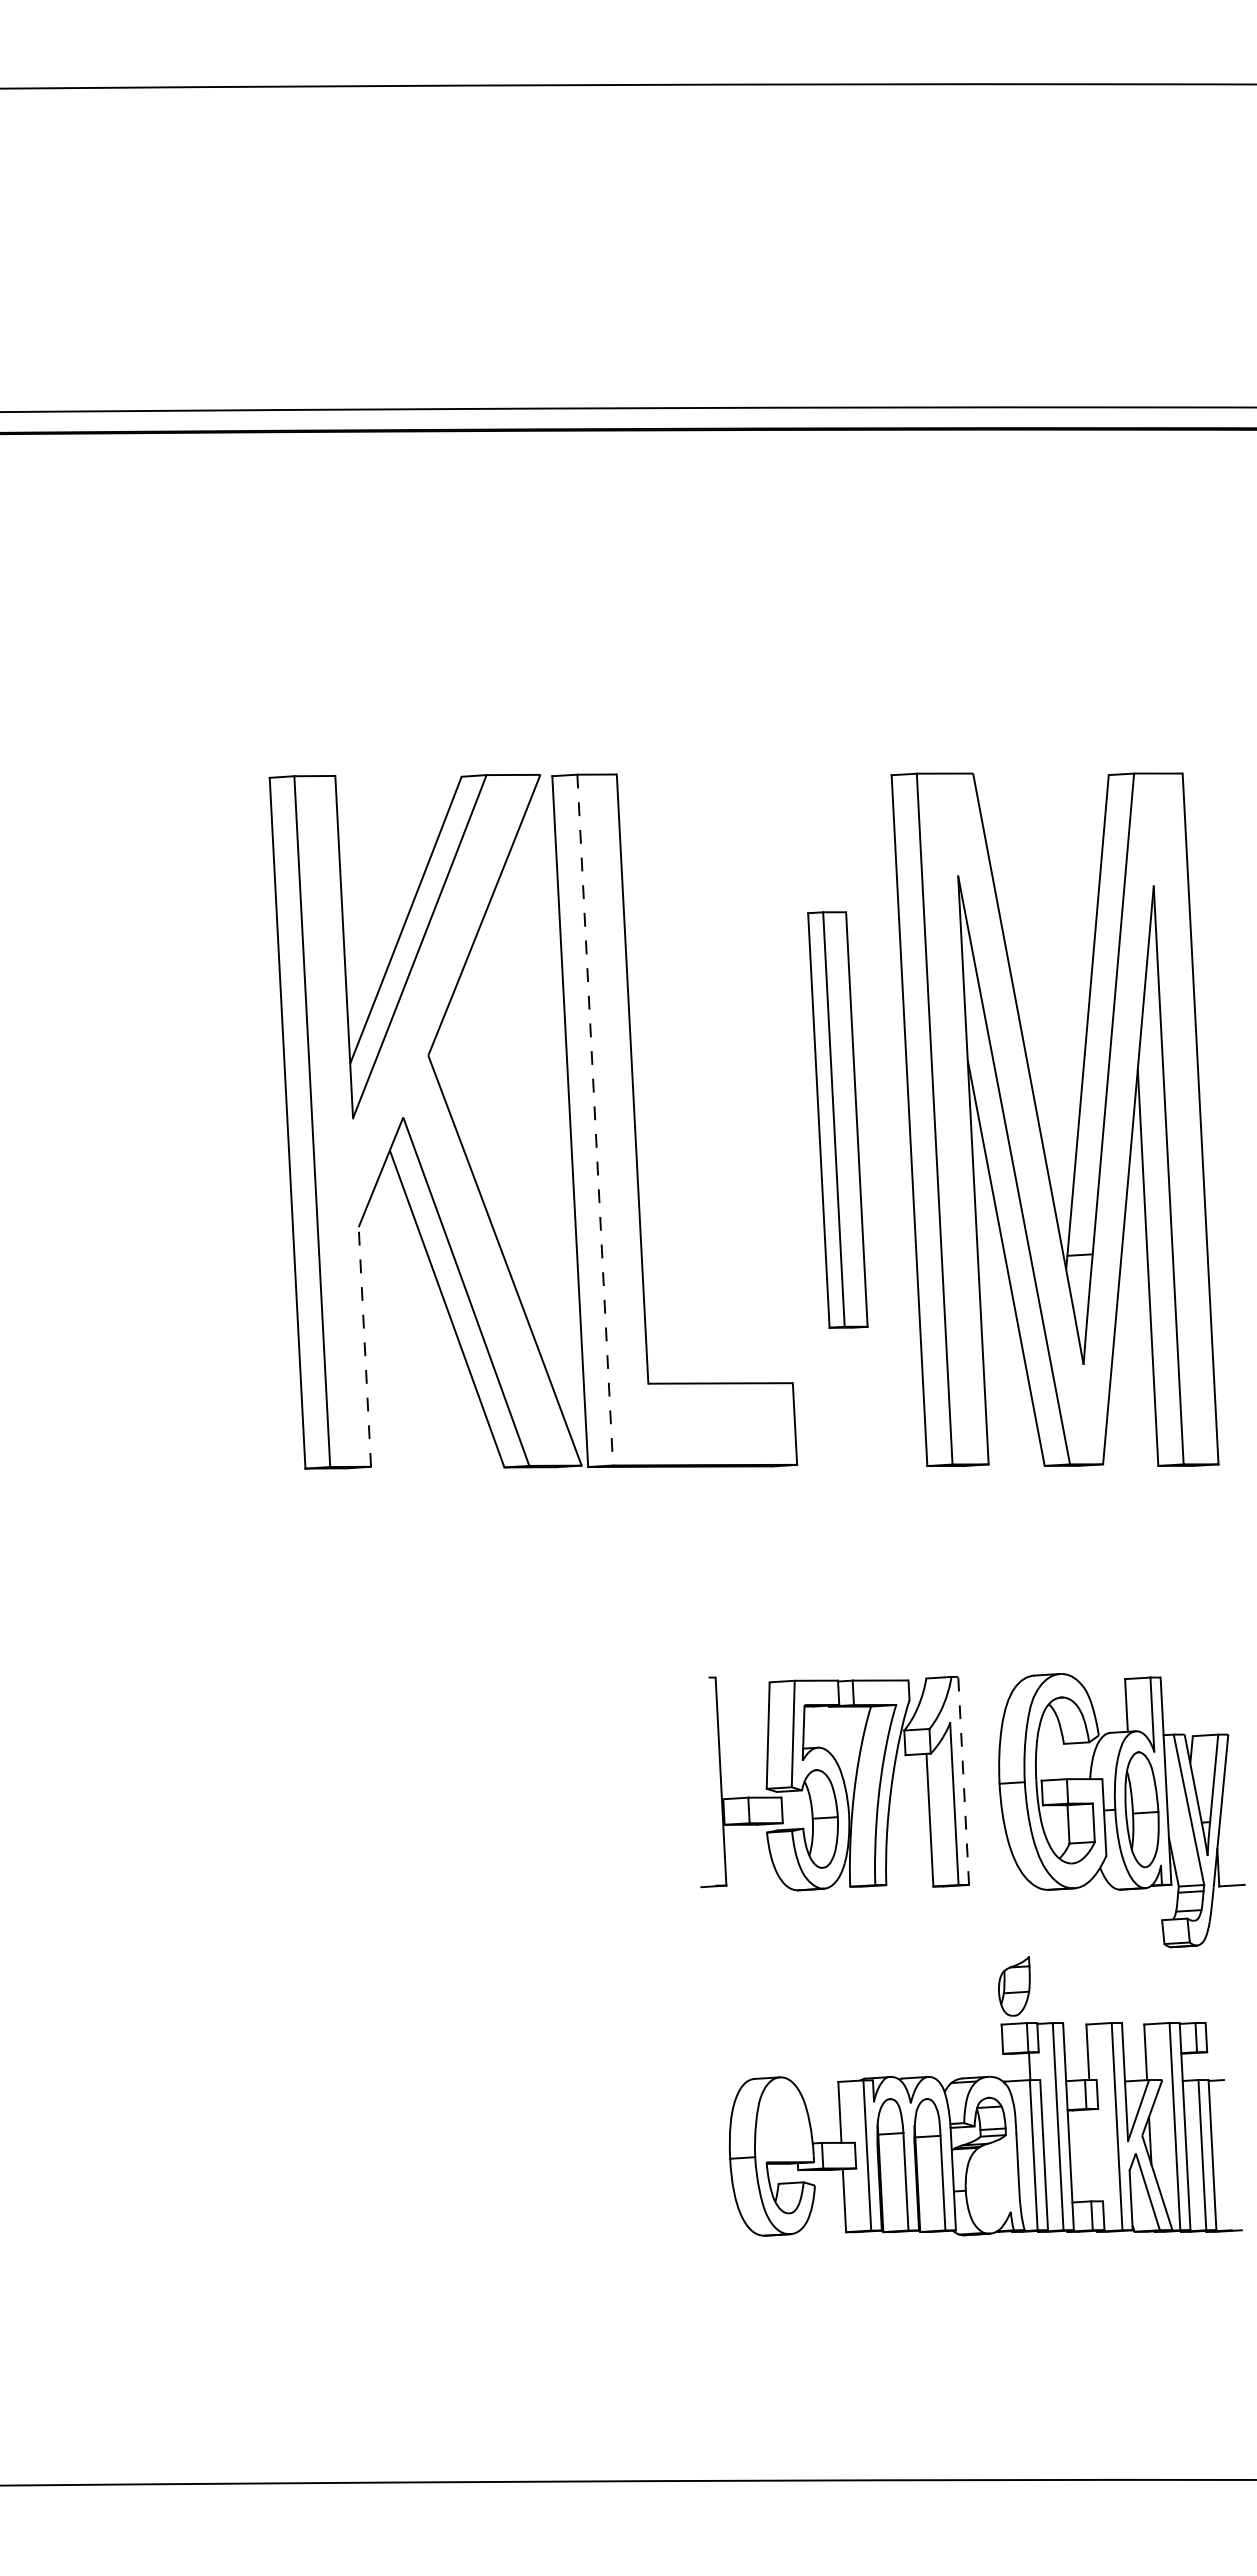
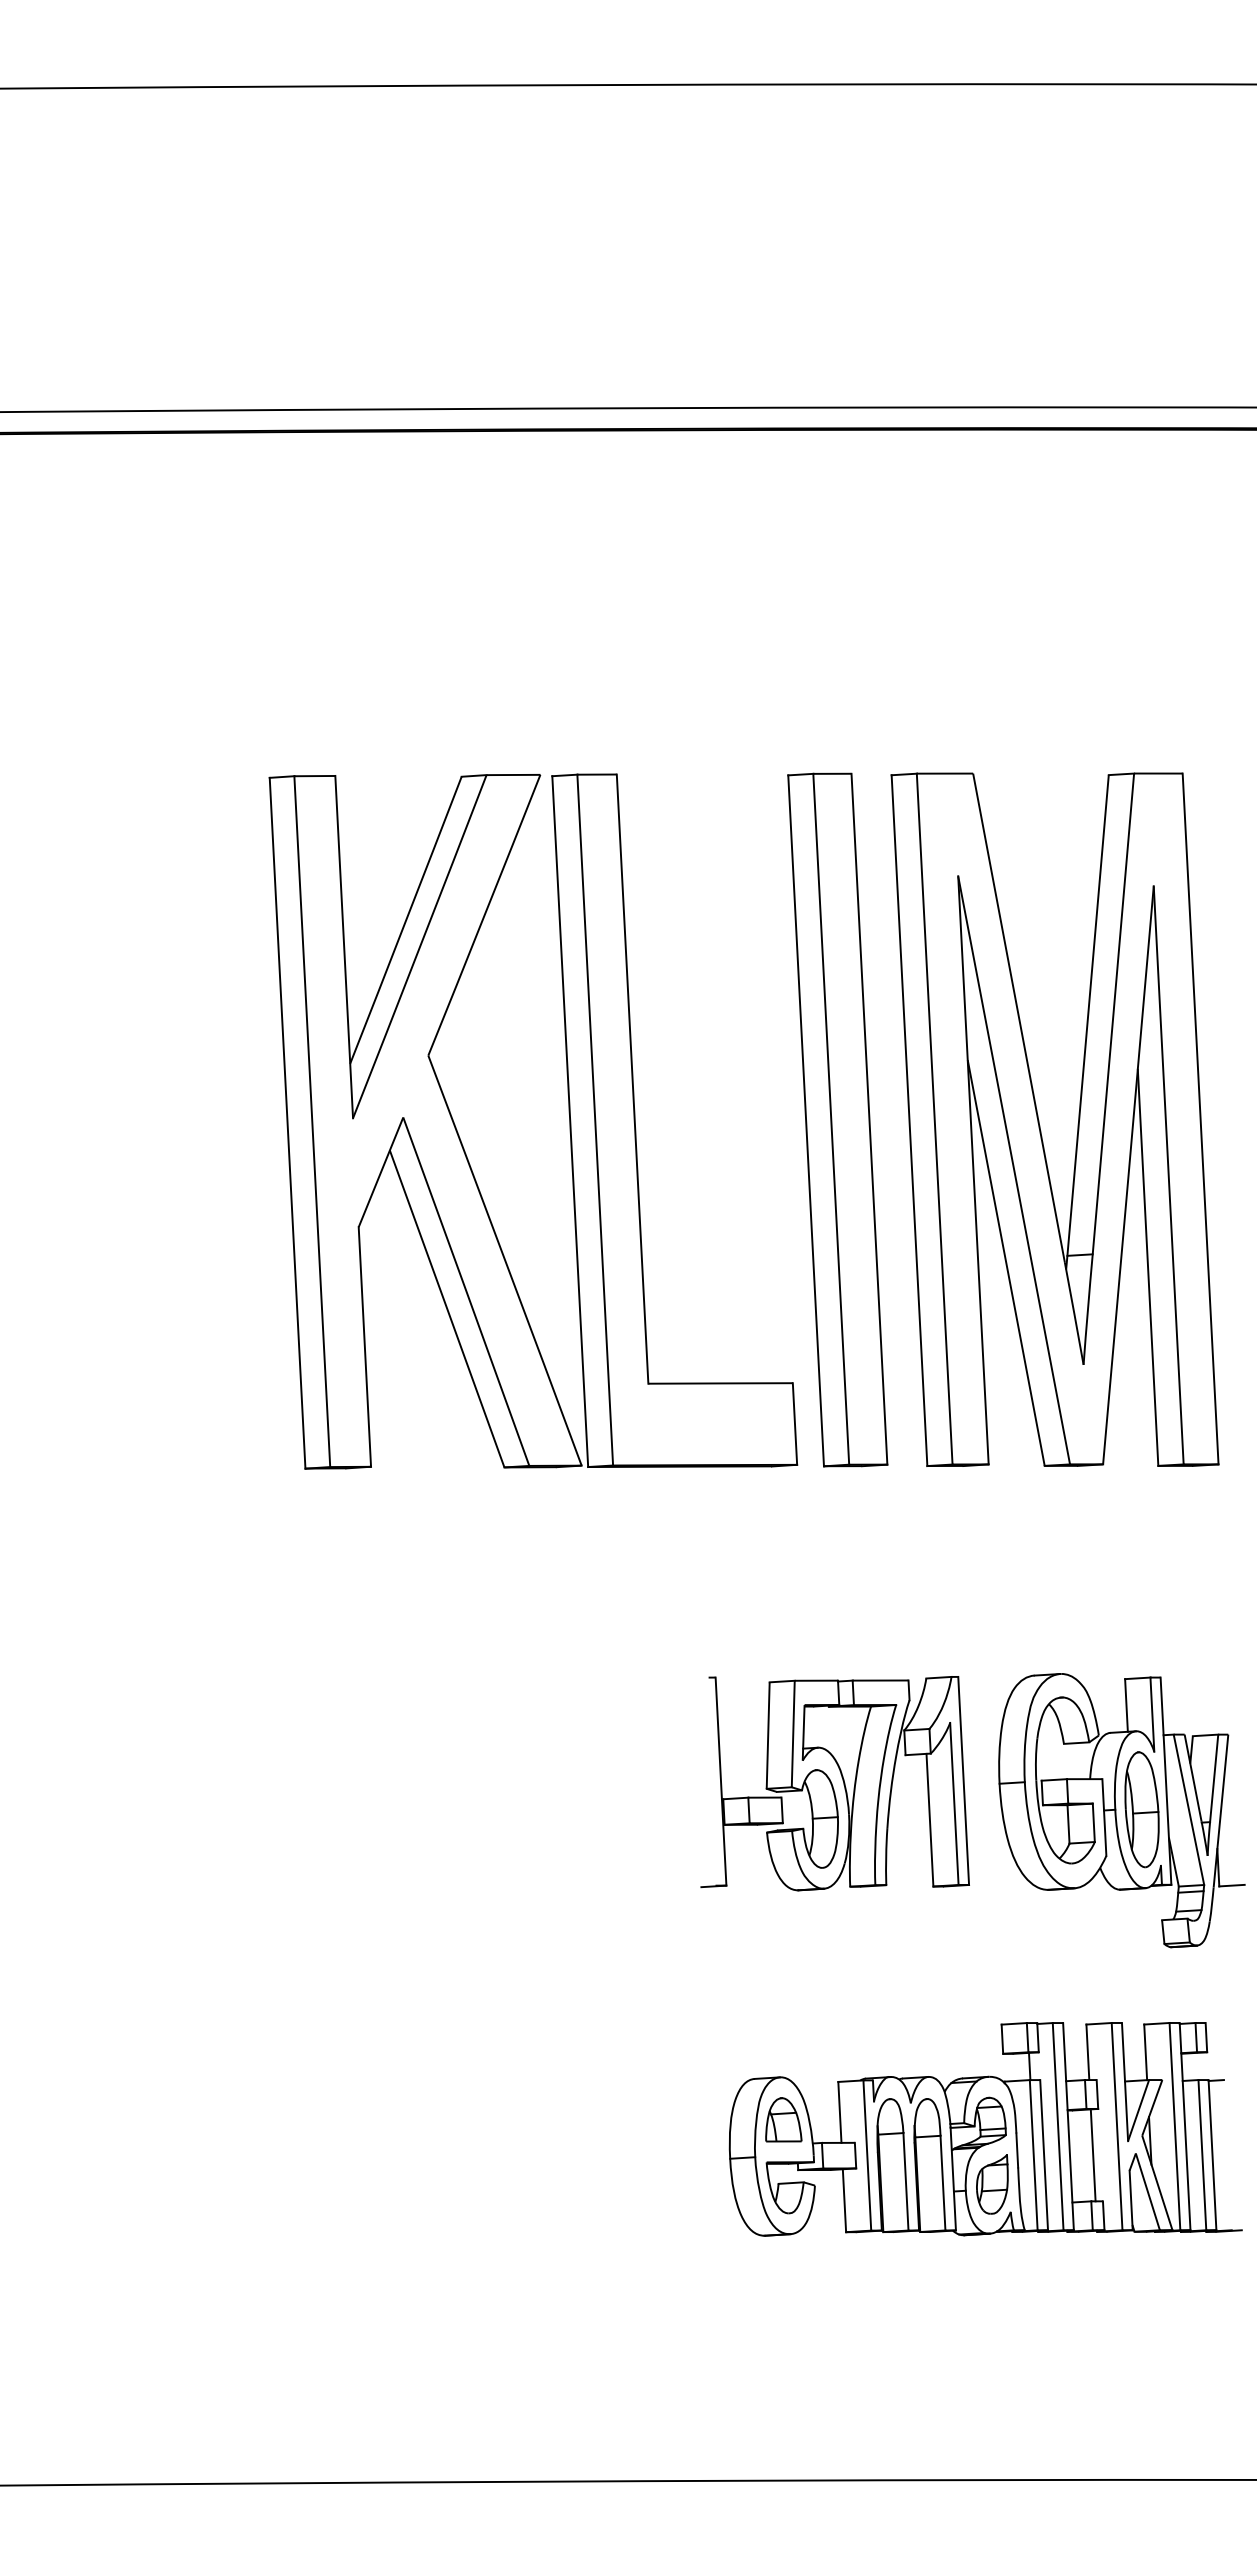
part at (837, 1119) size: 62x418 px -> 102x696 px
line at (595, 1120): dashed -> solid
line at (364, 1346): dashed -> solid
line at (963, 1780): dashed -> solid
part at (1014, 1986) position: (1014, 1986) -> (992, 2184)
part at (783, 2119): none -> present
line at (1092, 2155): none -> present
